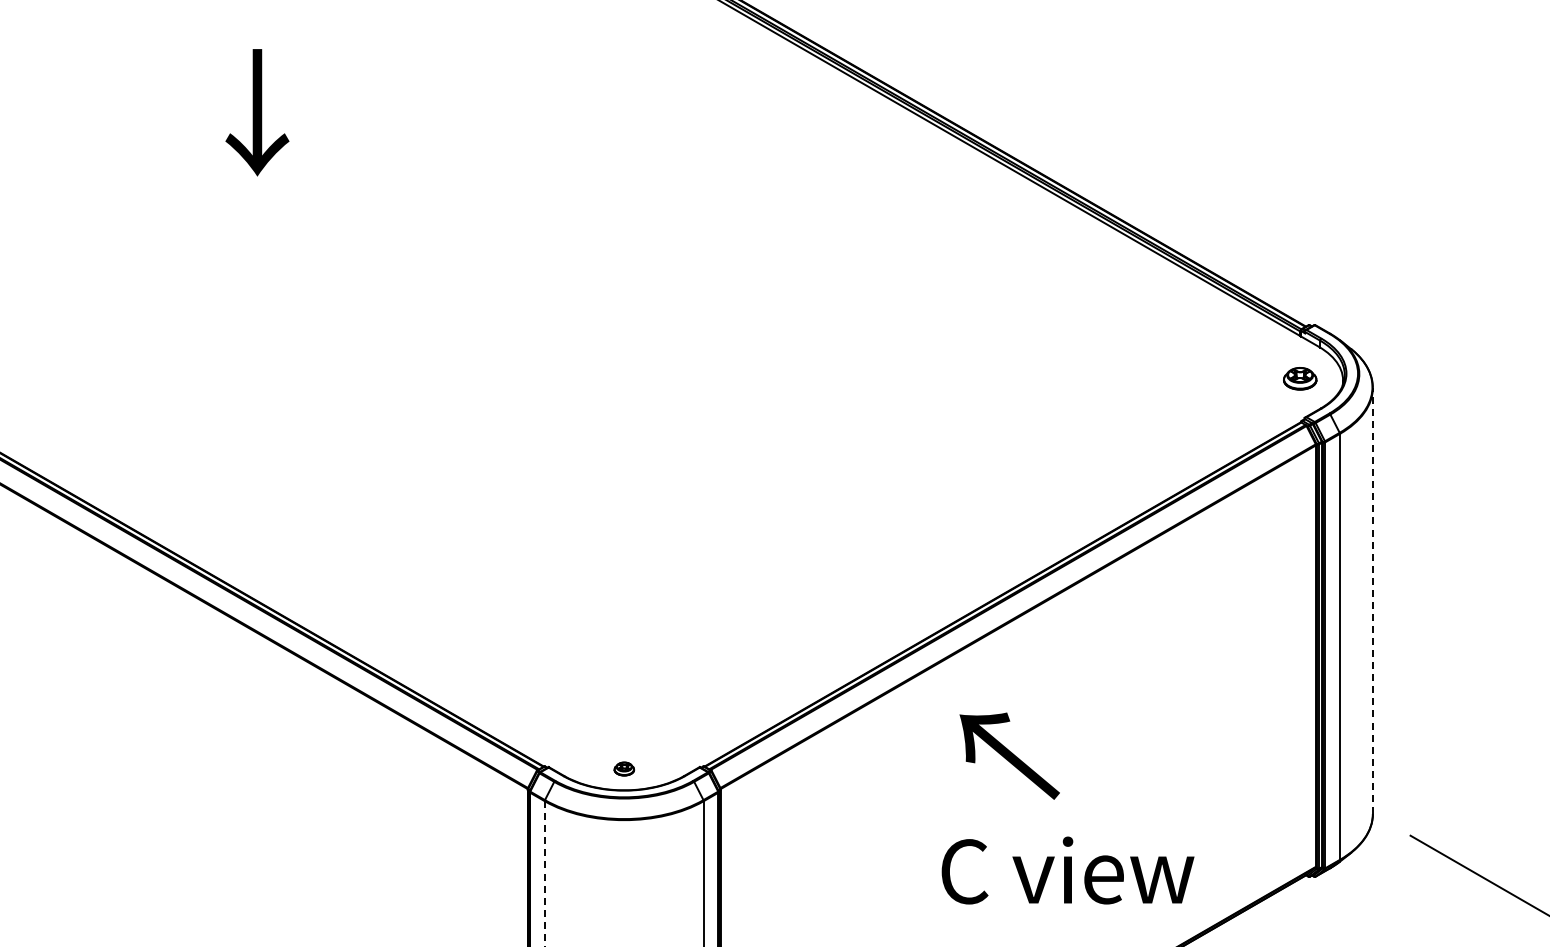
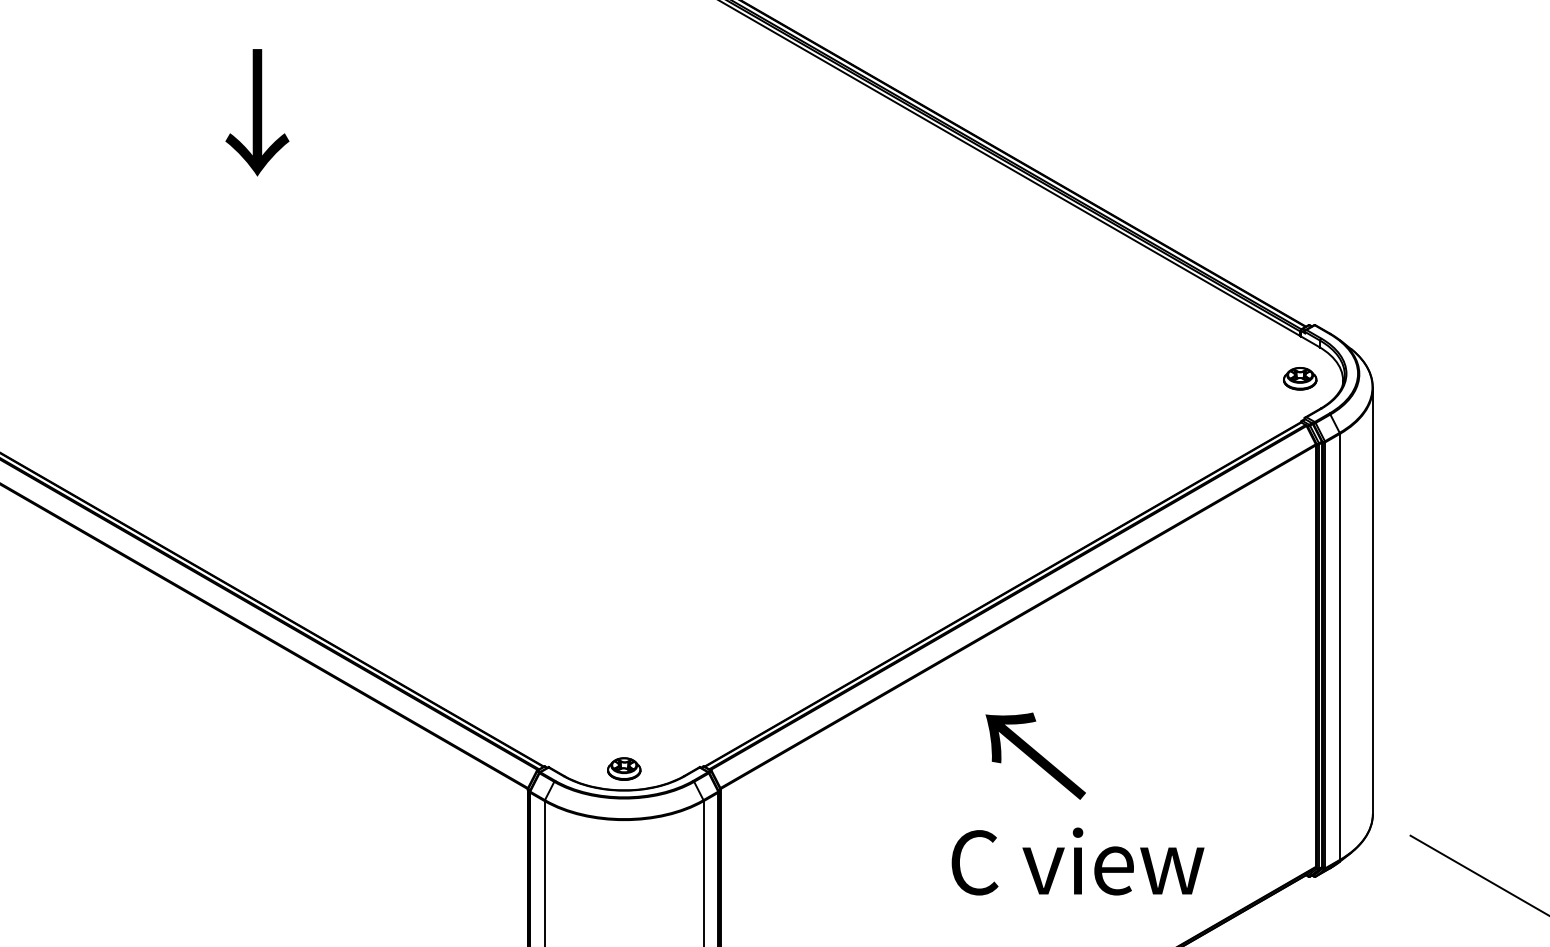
line at (1372, 600): dashed -> solid
text at (1009, 755) position: (1009, 755) -> (1035, 755)
part at (624, 768) size: 23x16 px -> 35x24 px
text at (1067, 870) position: (1067, 870) -> (1077, 861)
line at (544, 874): dashed -> solid
